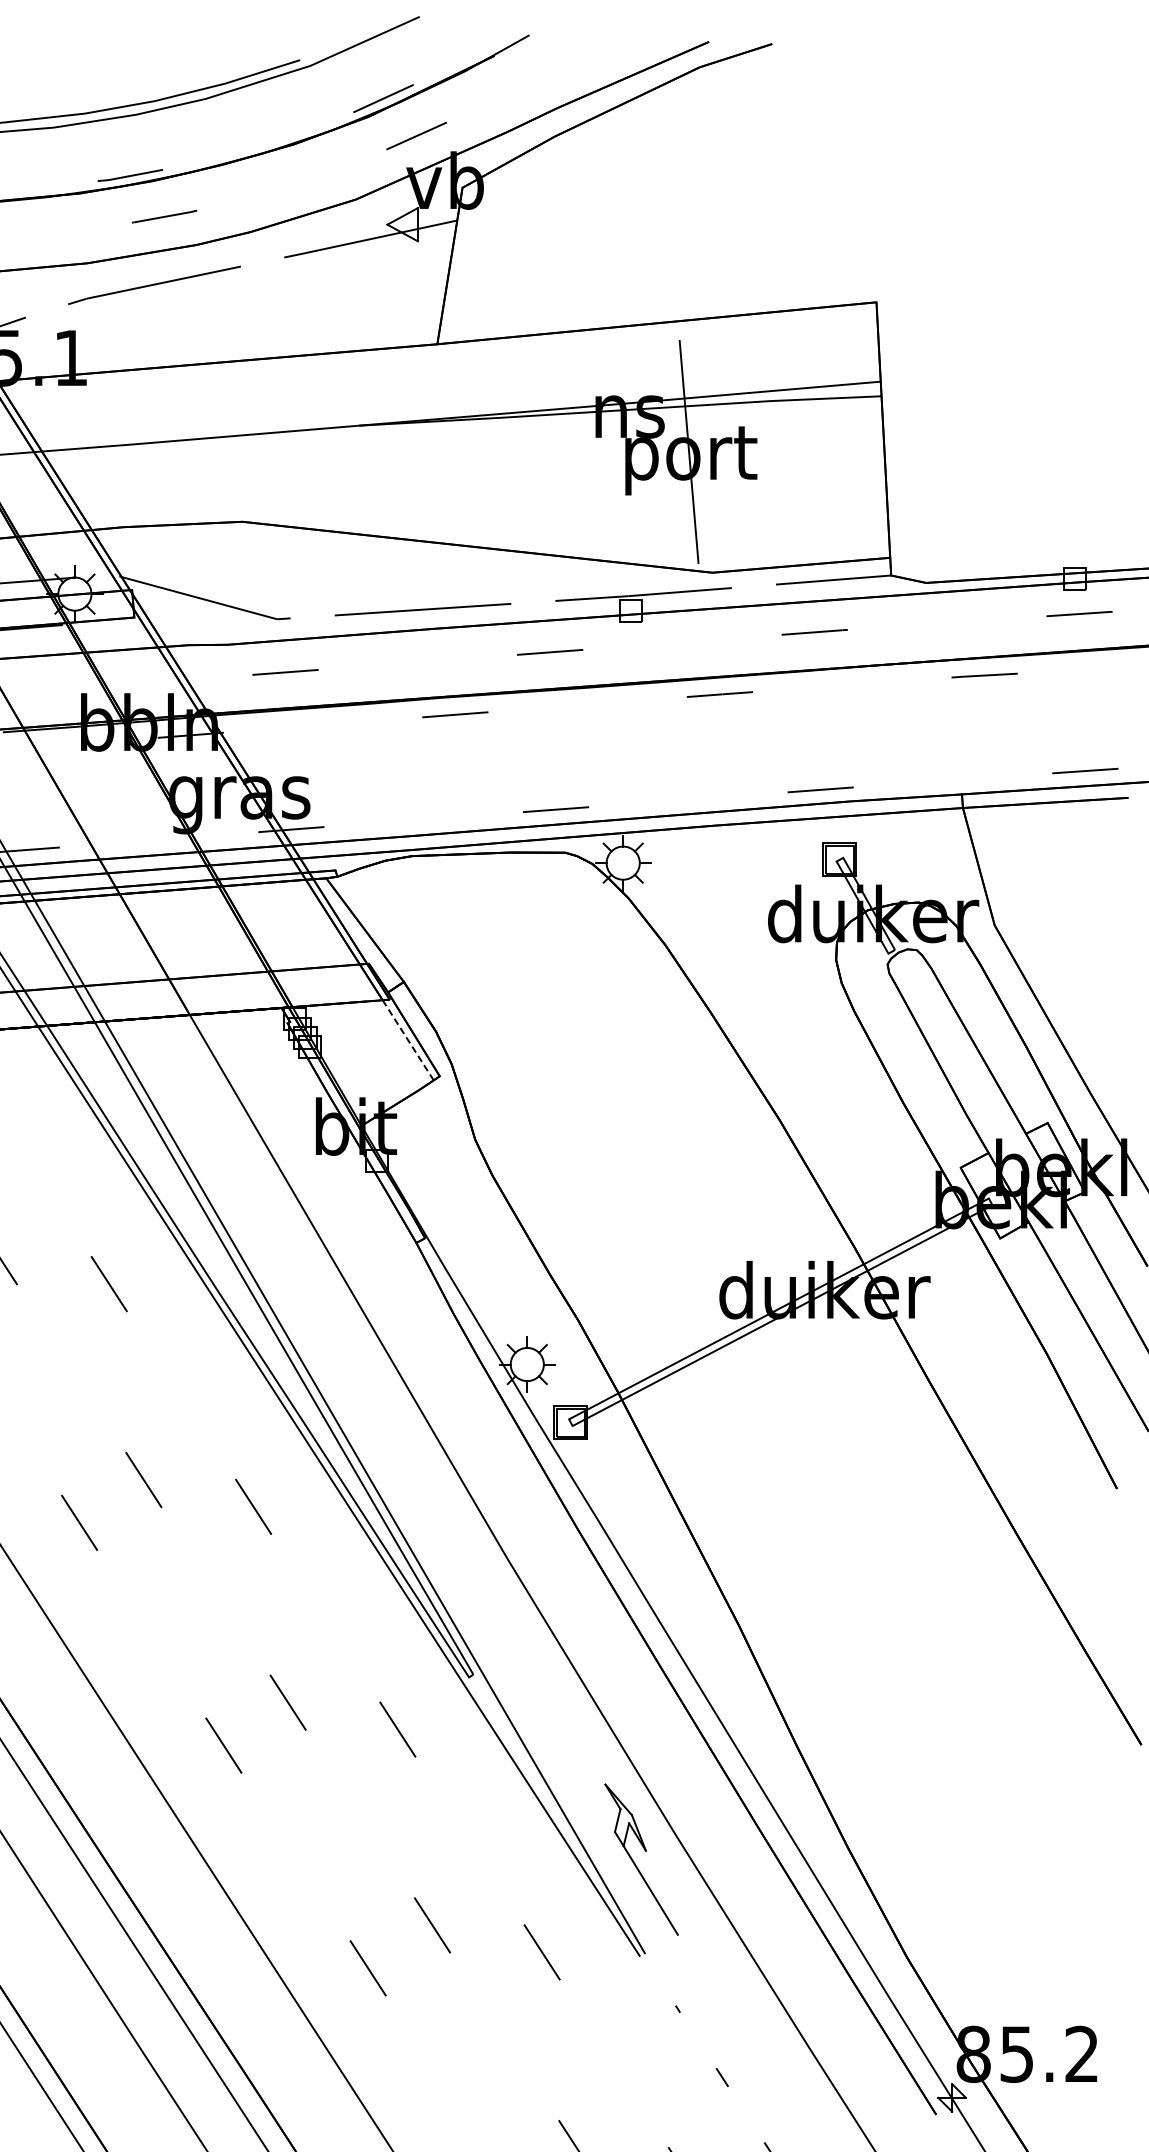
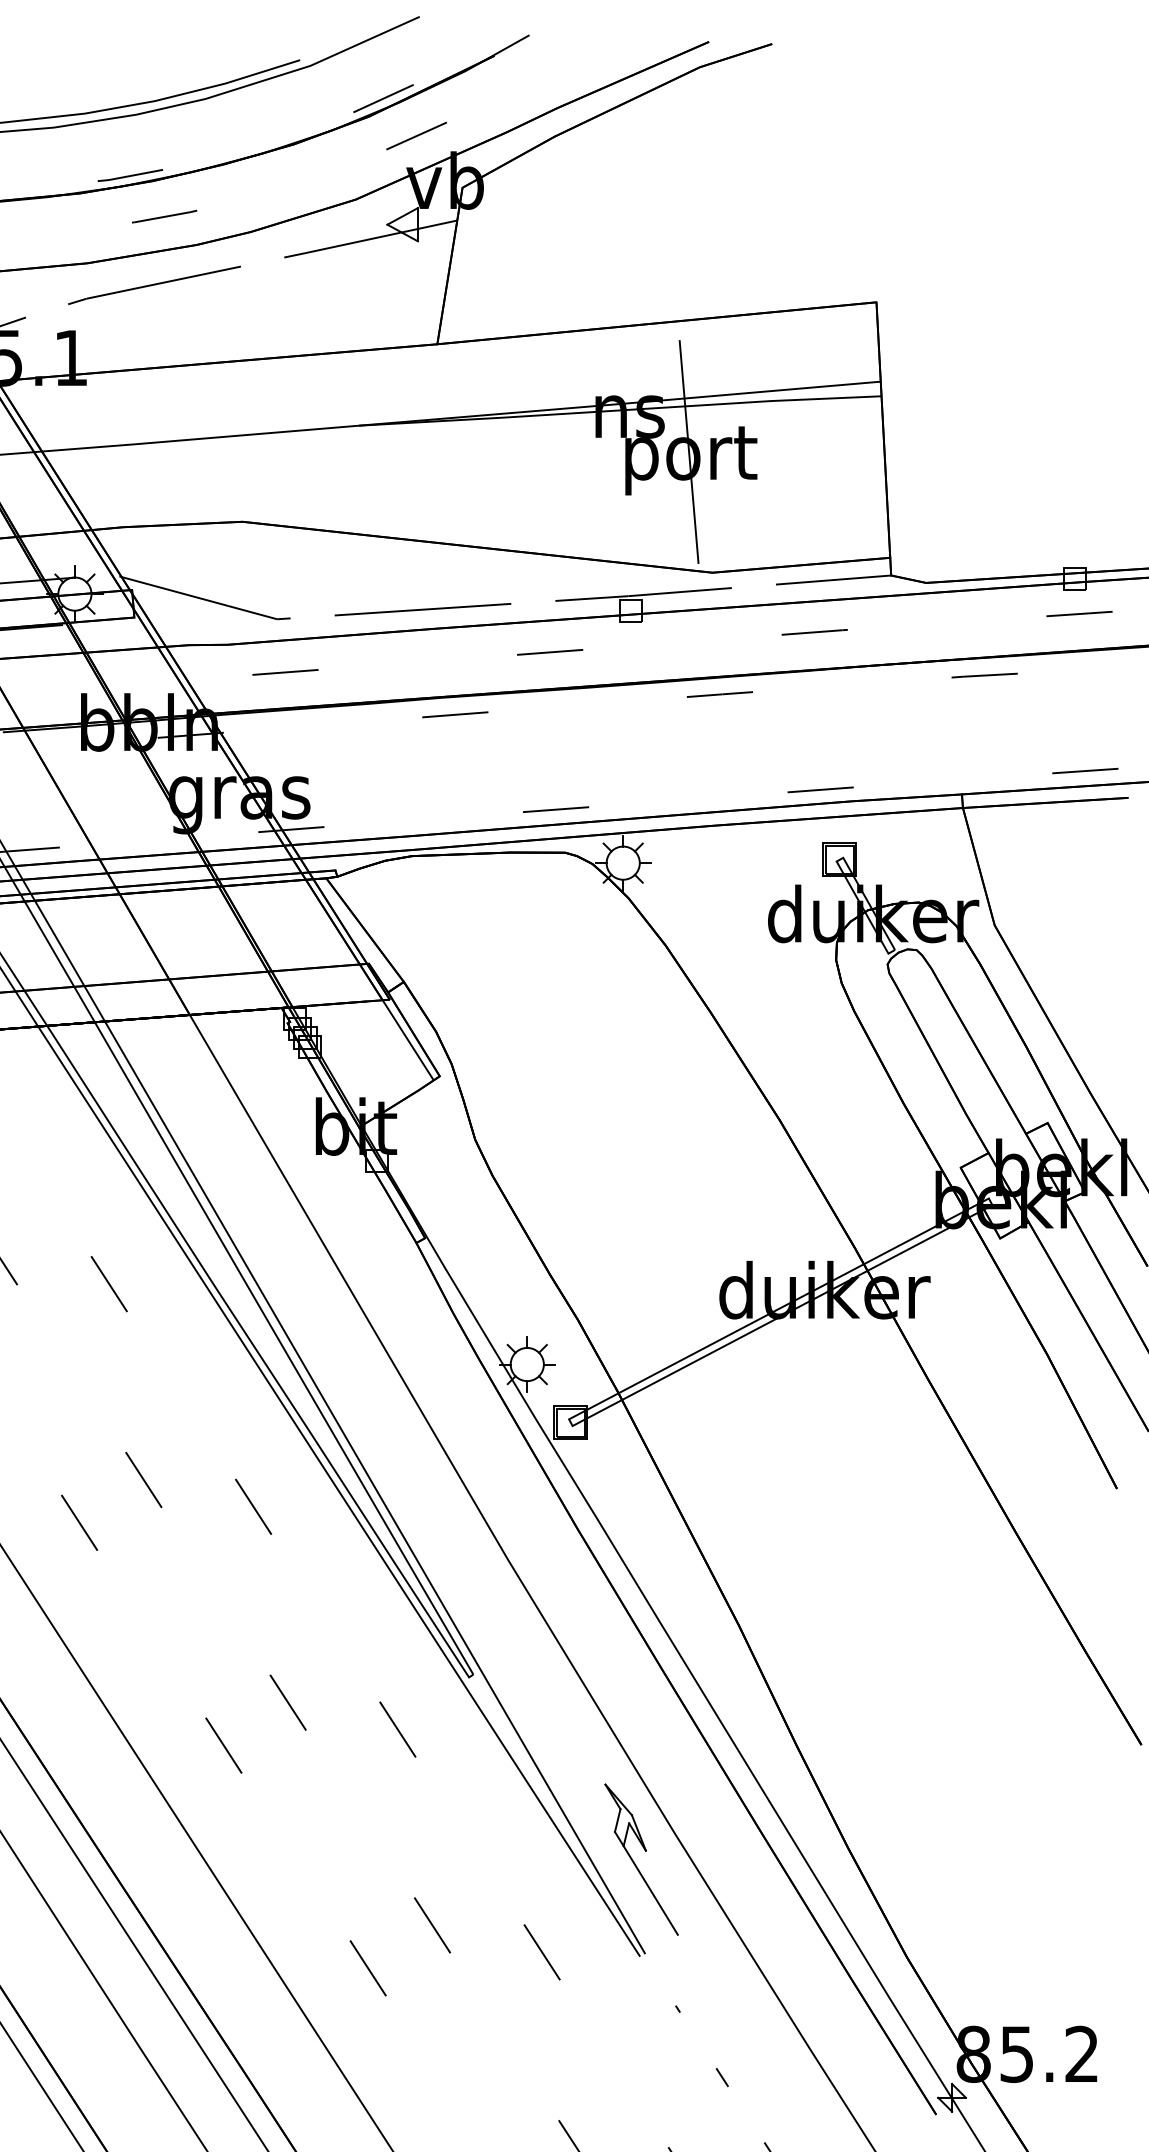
line at (408, 1040): dashed -> solid
